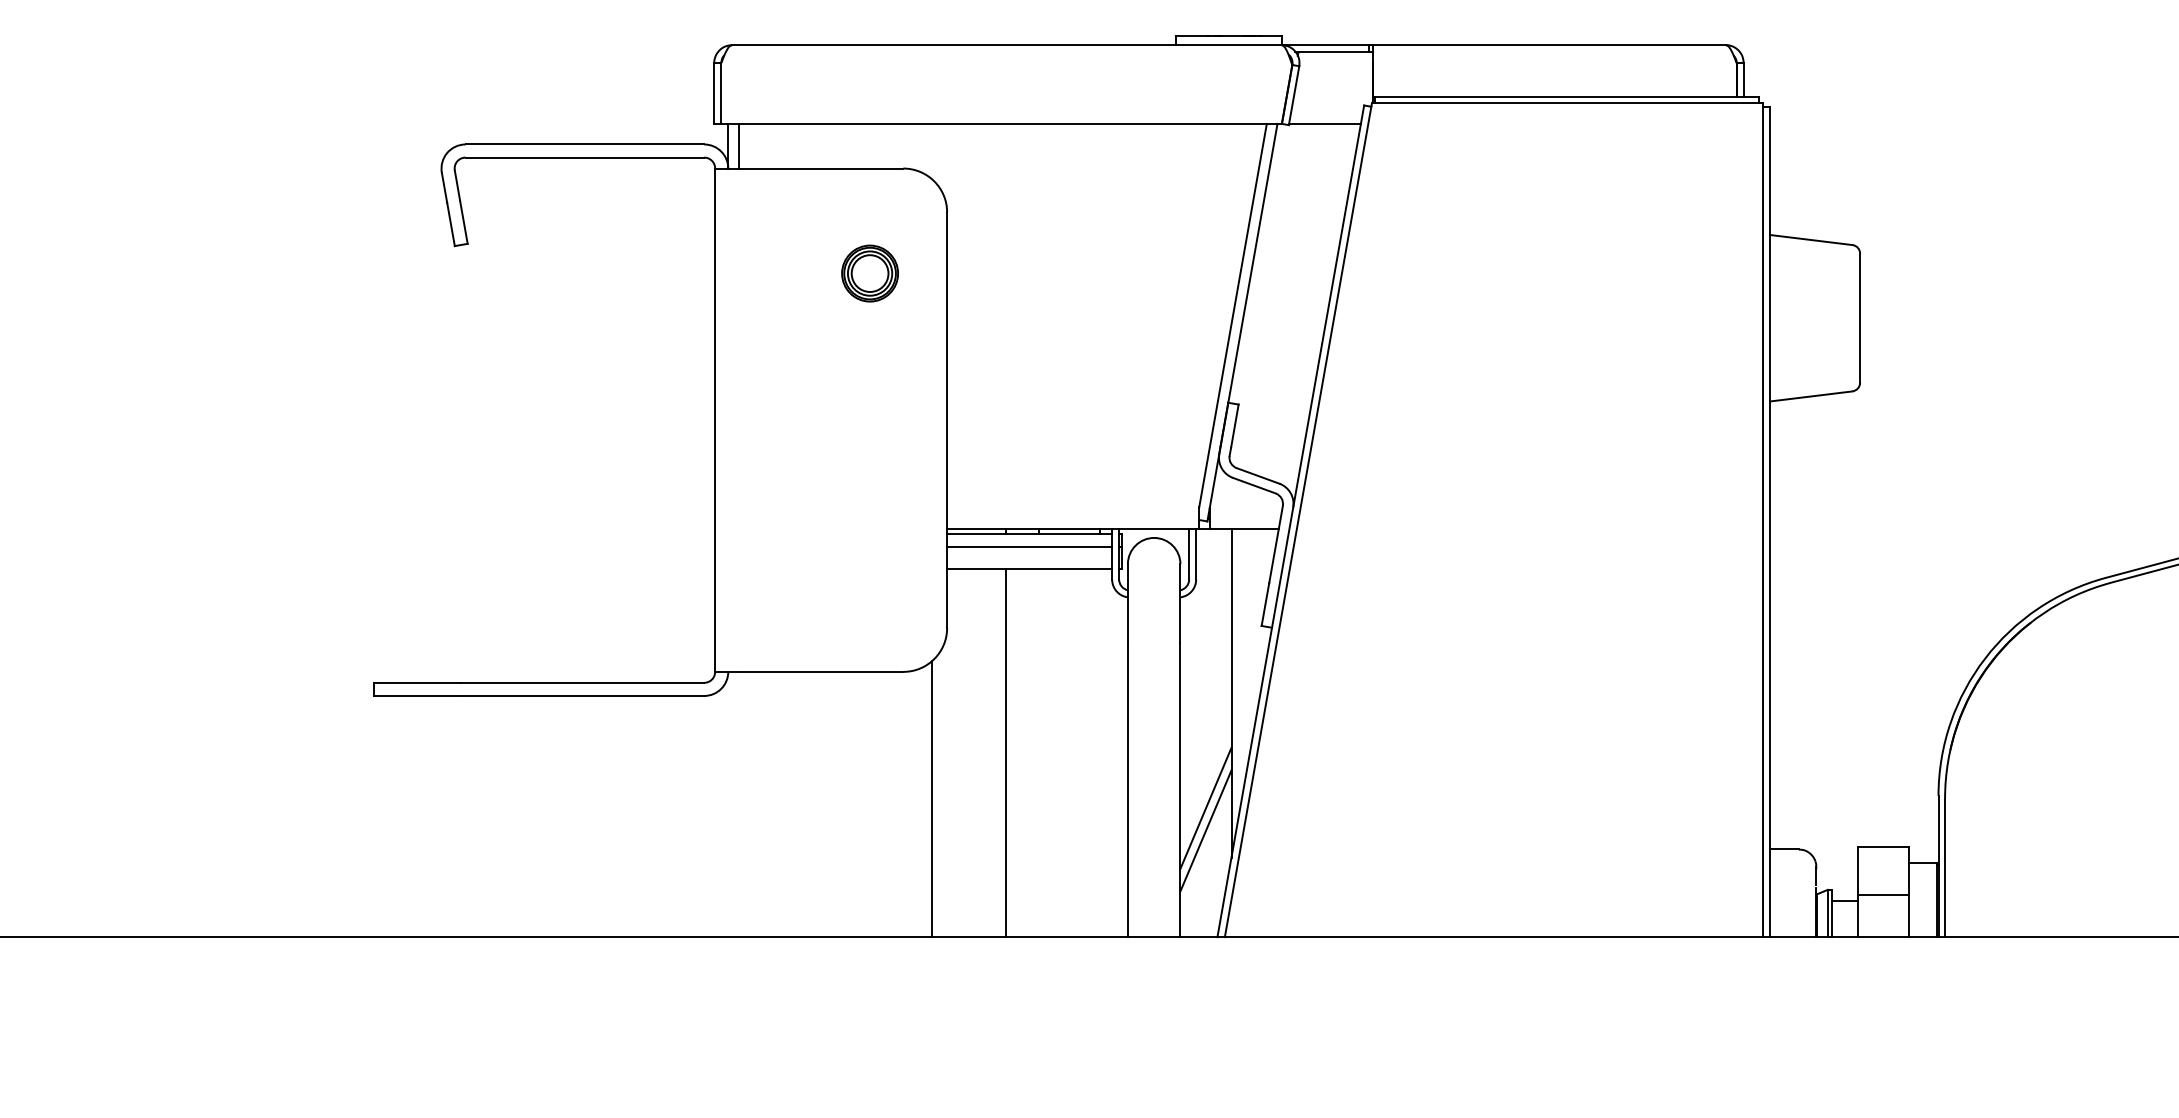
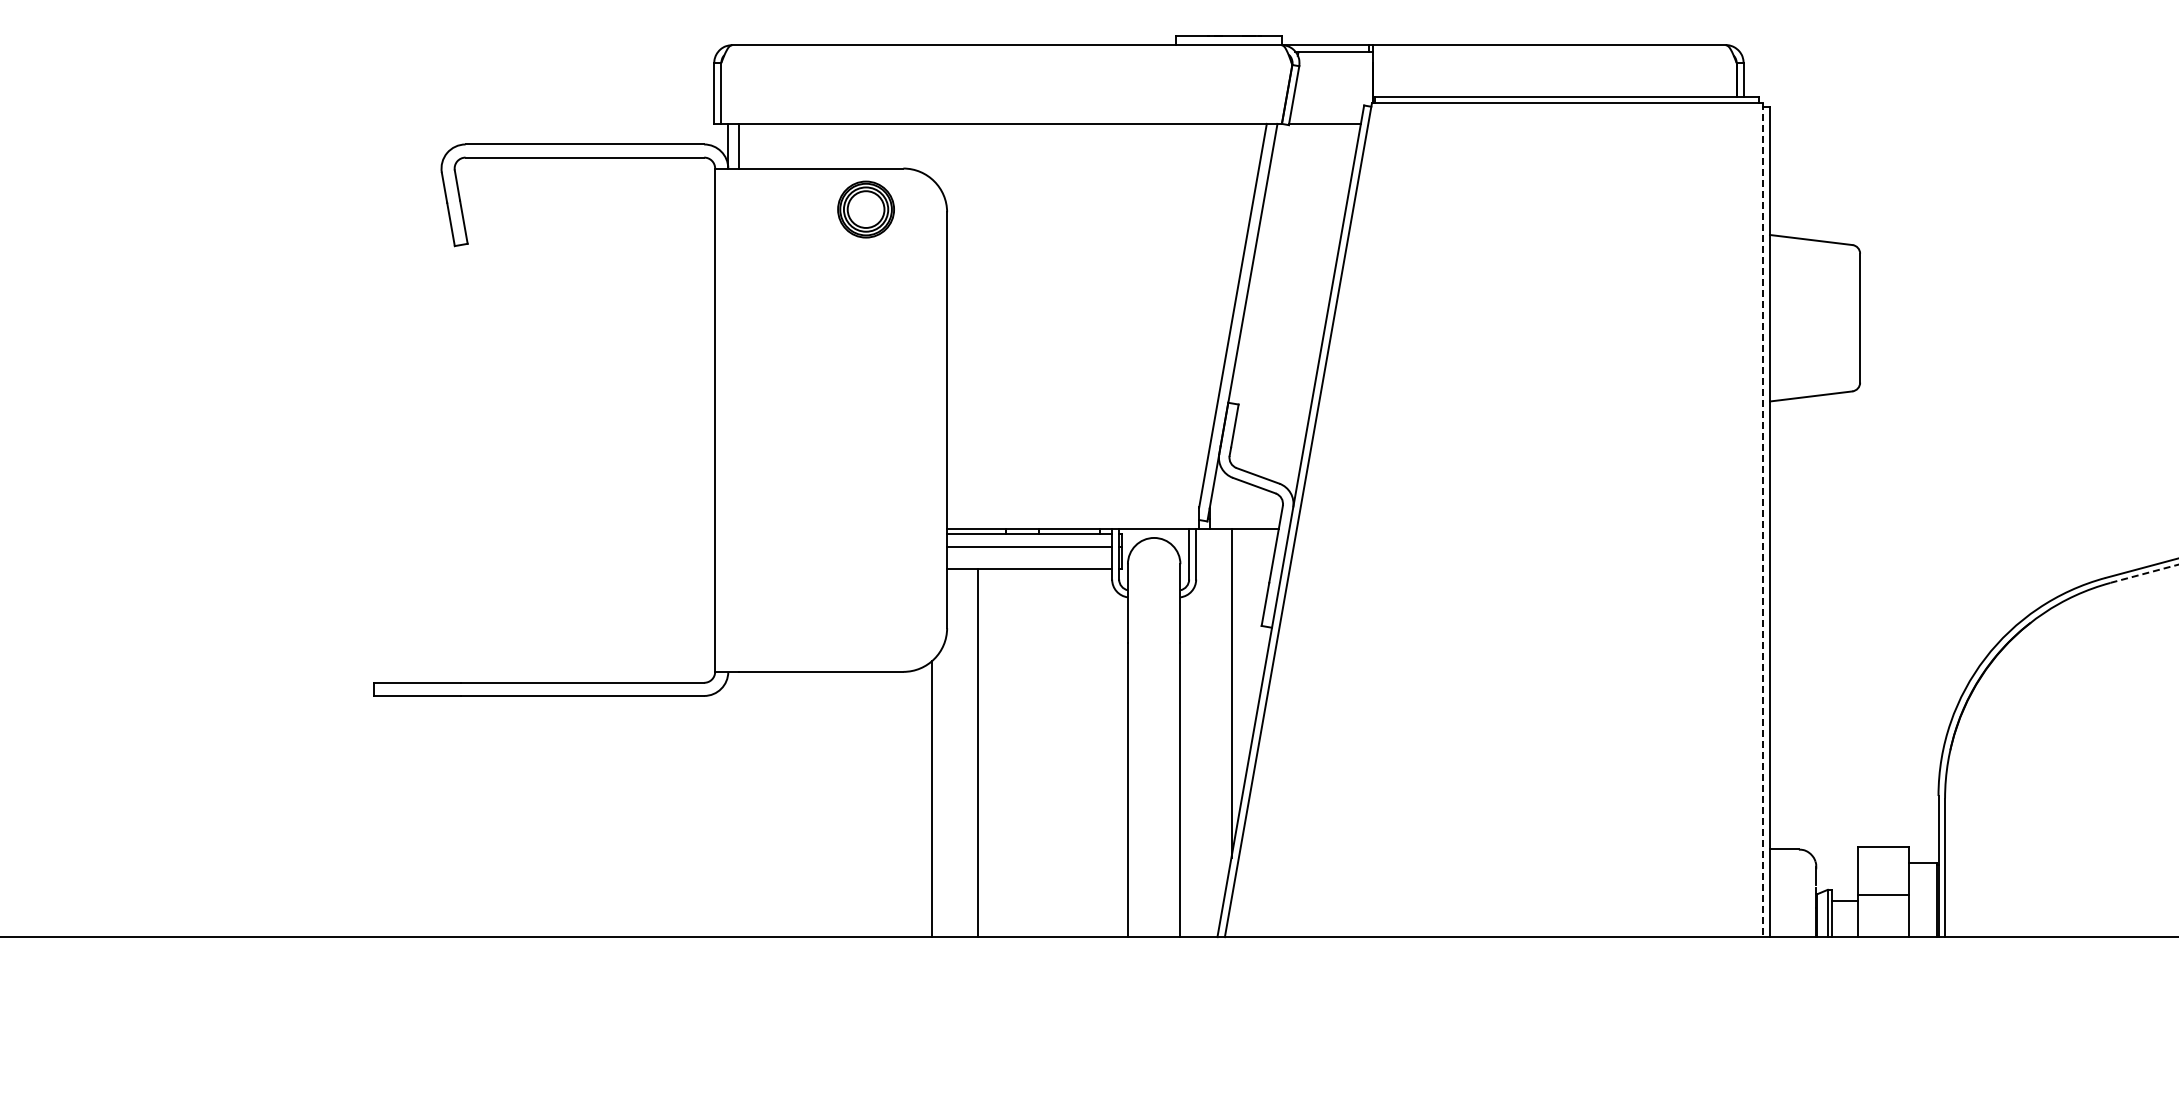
part at (869, 273) position: (869, 273) -> (865, 209)
line at (1763, 520): solid -> dashed
line at (2145, 573): solid -> dashed
line at (1006, 752) position: (1006, 752) -> (978, 752)
line at (1205, 807): present -> none
line at (1205, 830): present -> none
